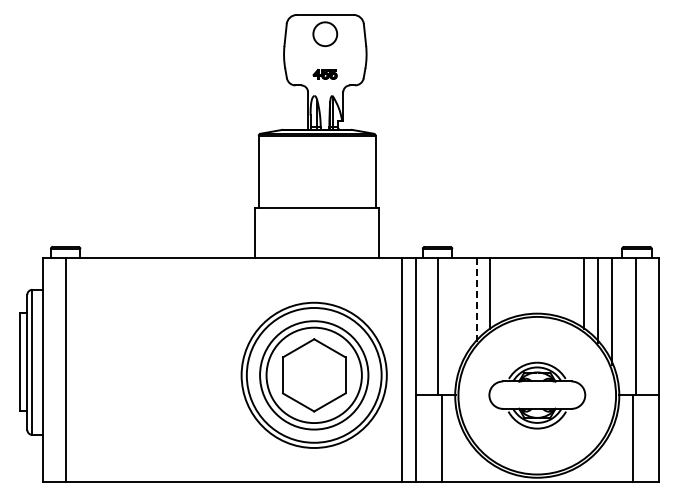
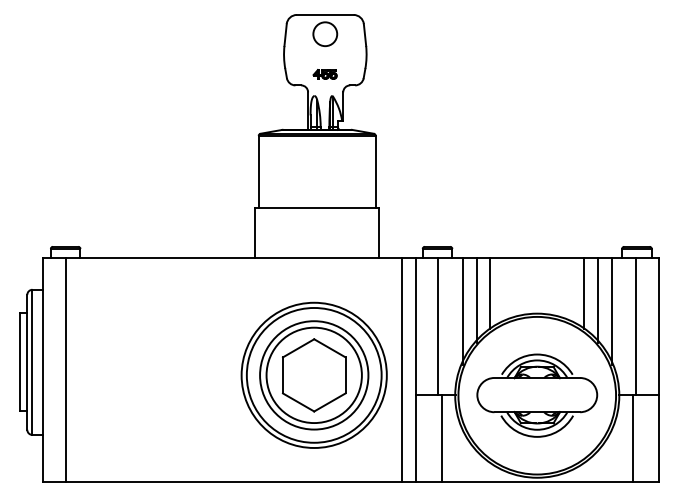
line at (476, 301): dashed -> solid
line at (462, 311): none -> present
part at (537, 395) size: 99x69 px -> 123x85 px
